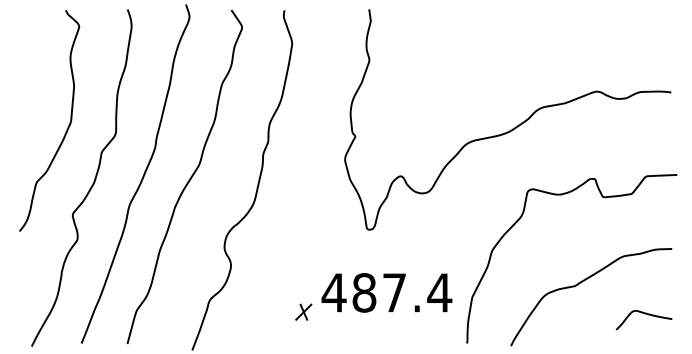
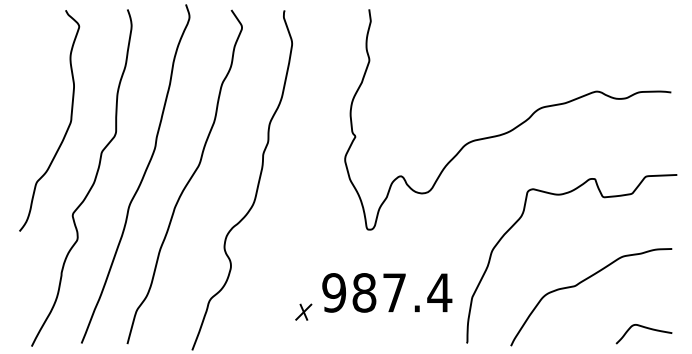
text at (333, 292): 487.4 -> 987.4
curve at (644, 314) position: (644, 314) -> (644, 328)
